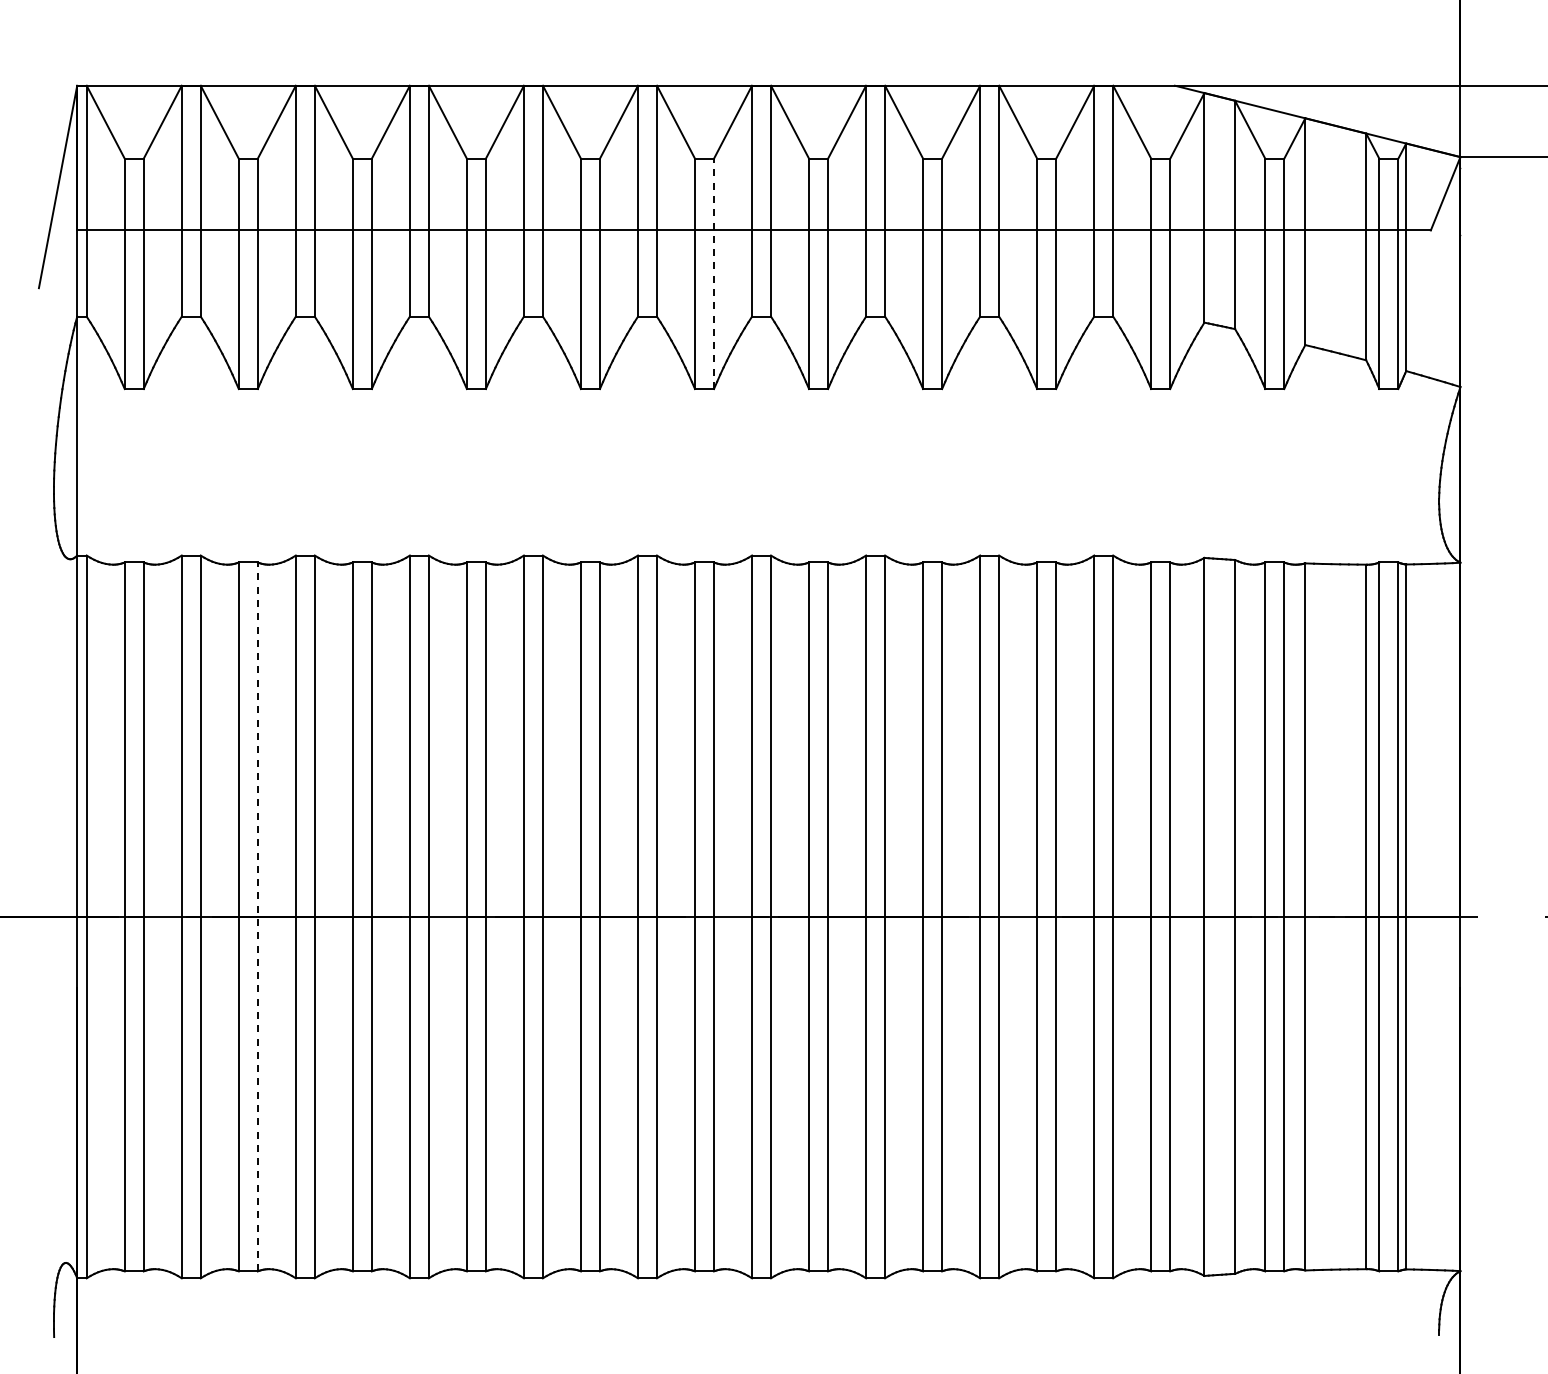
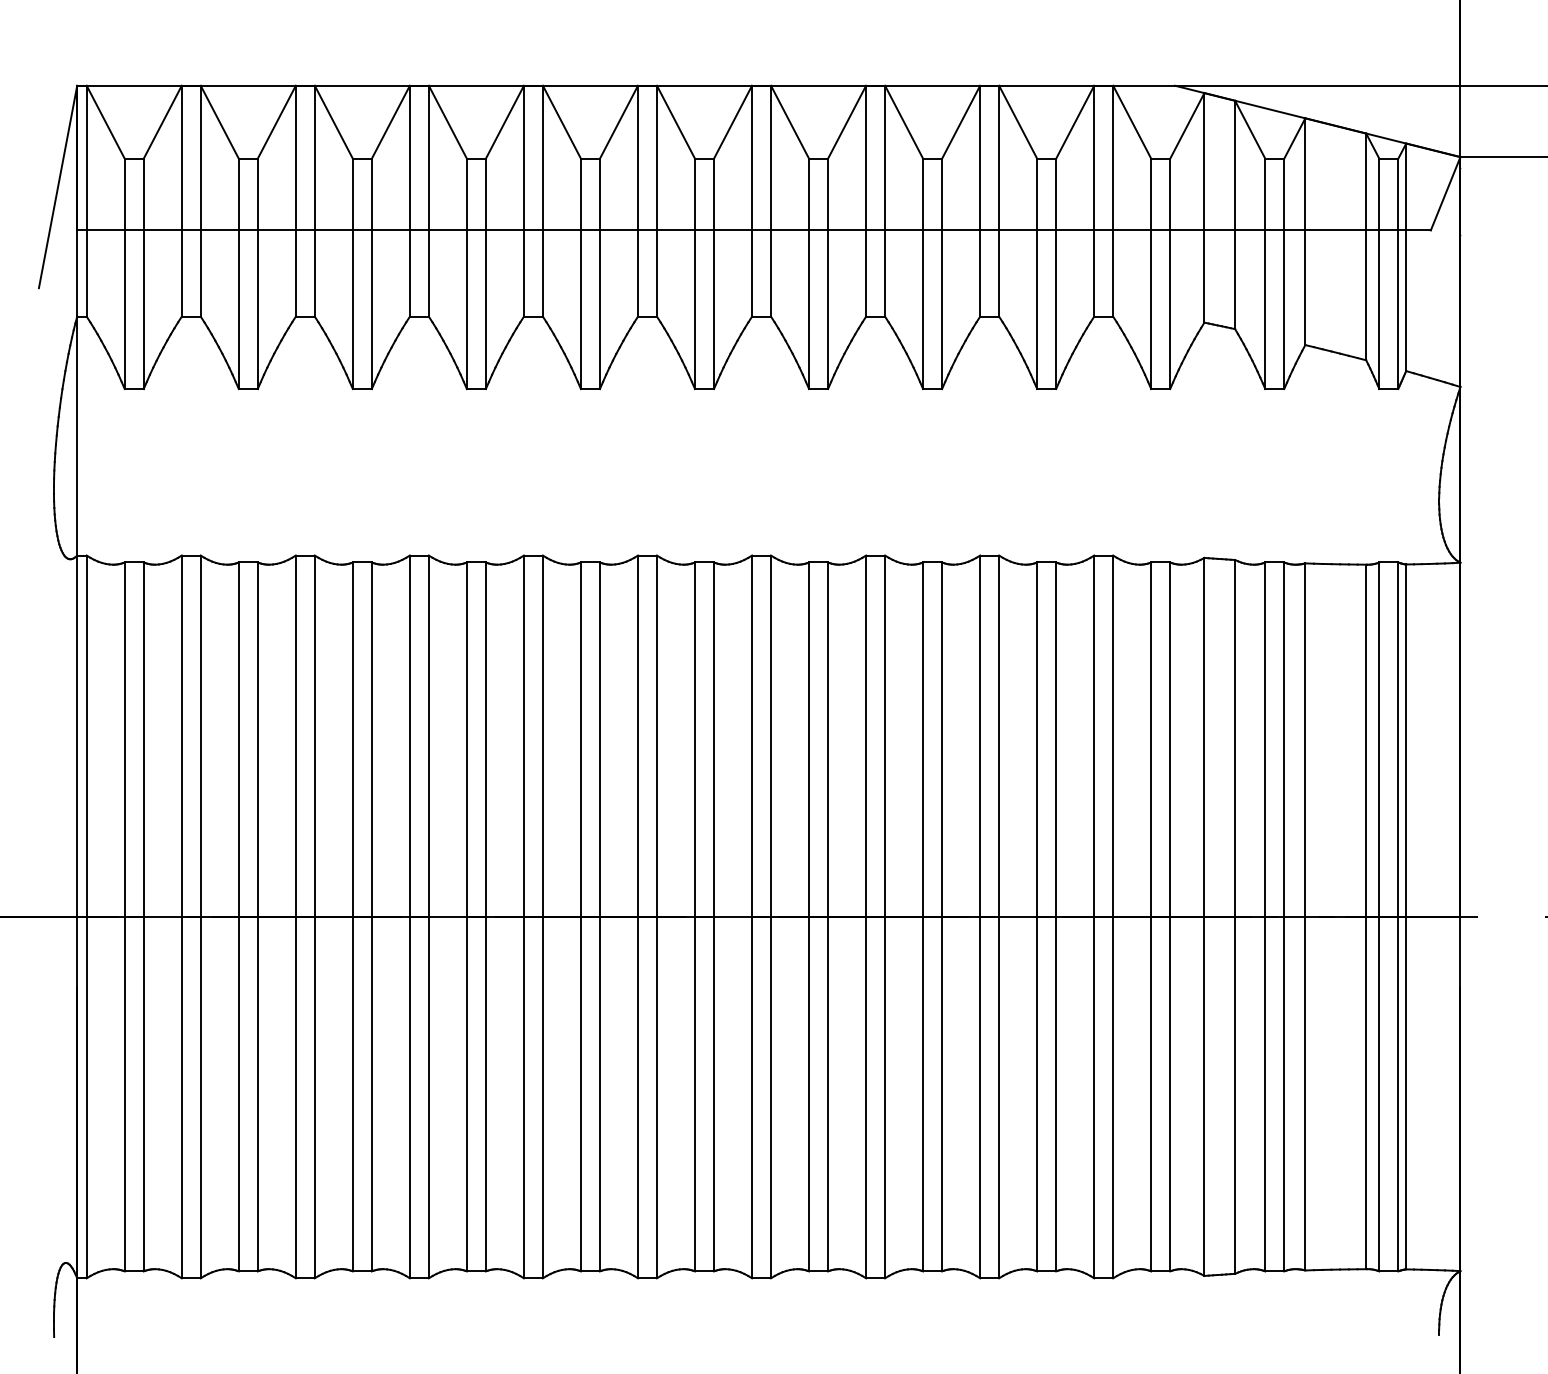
line at (714, 273): dashed -> solid
line at (257, 916): dashed -> solid
